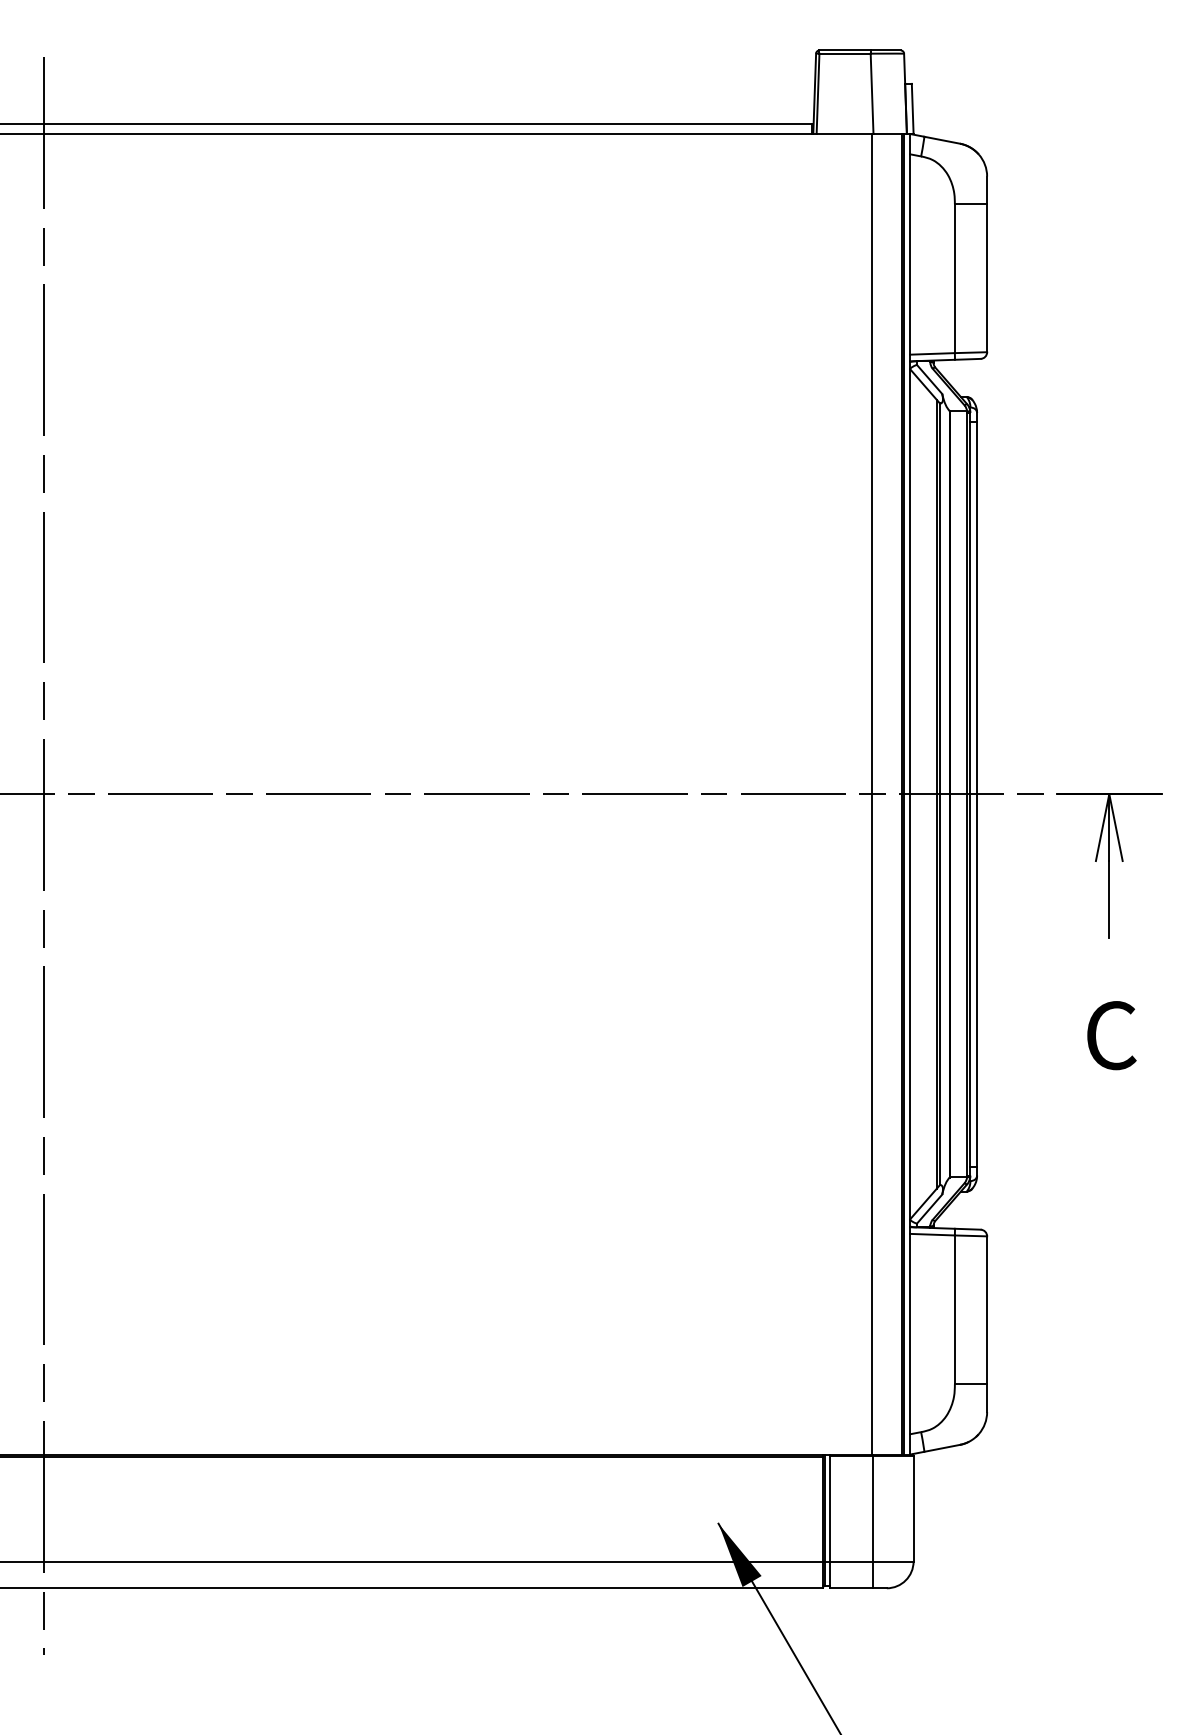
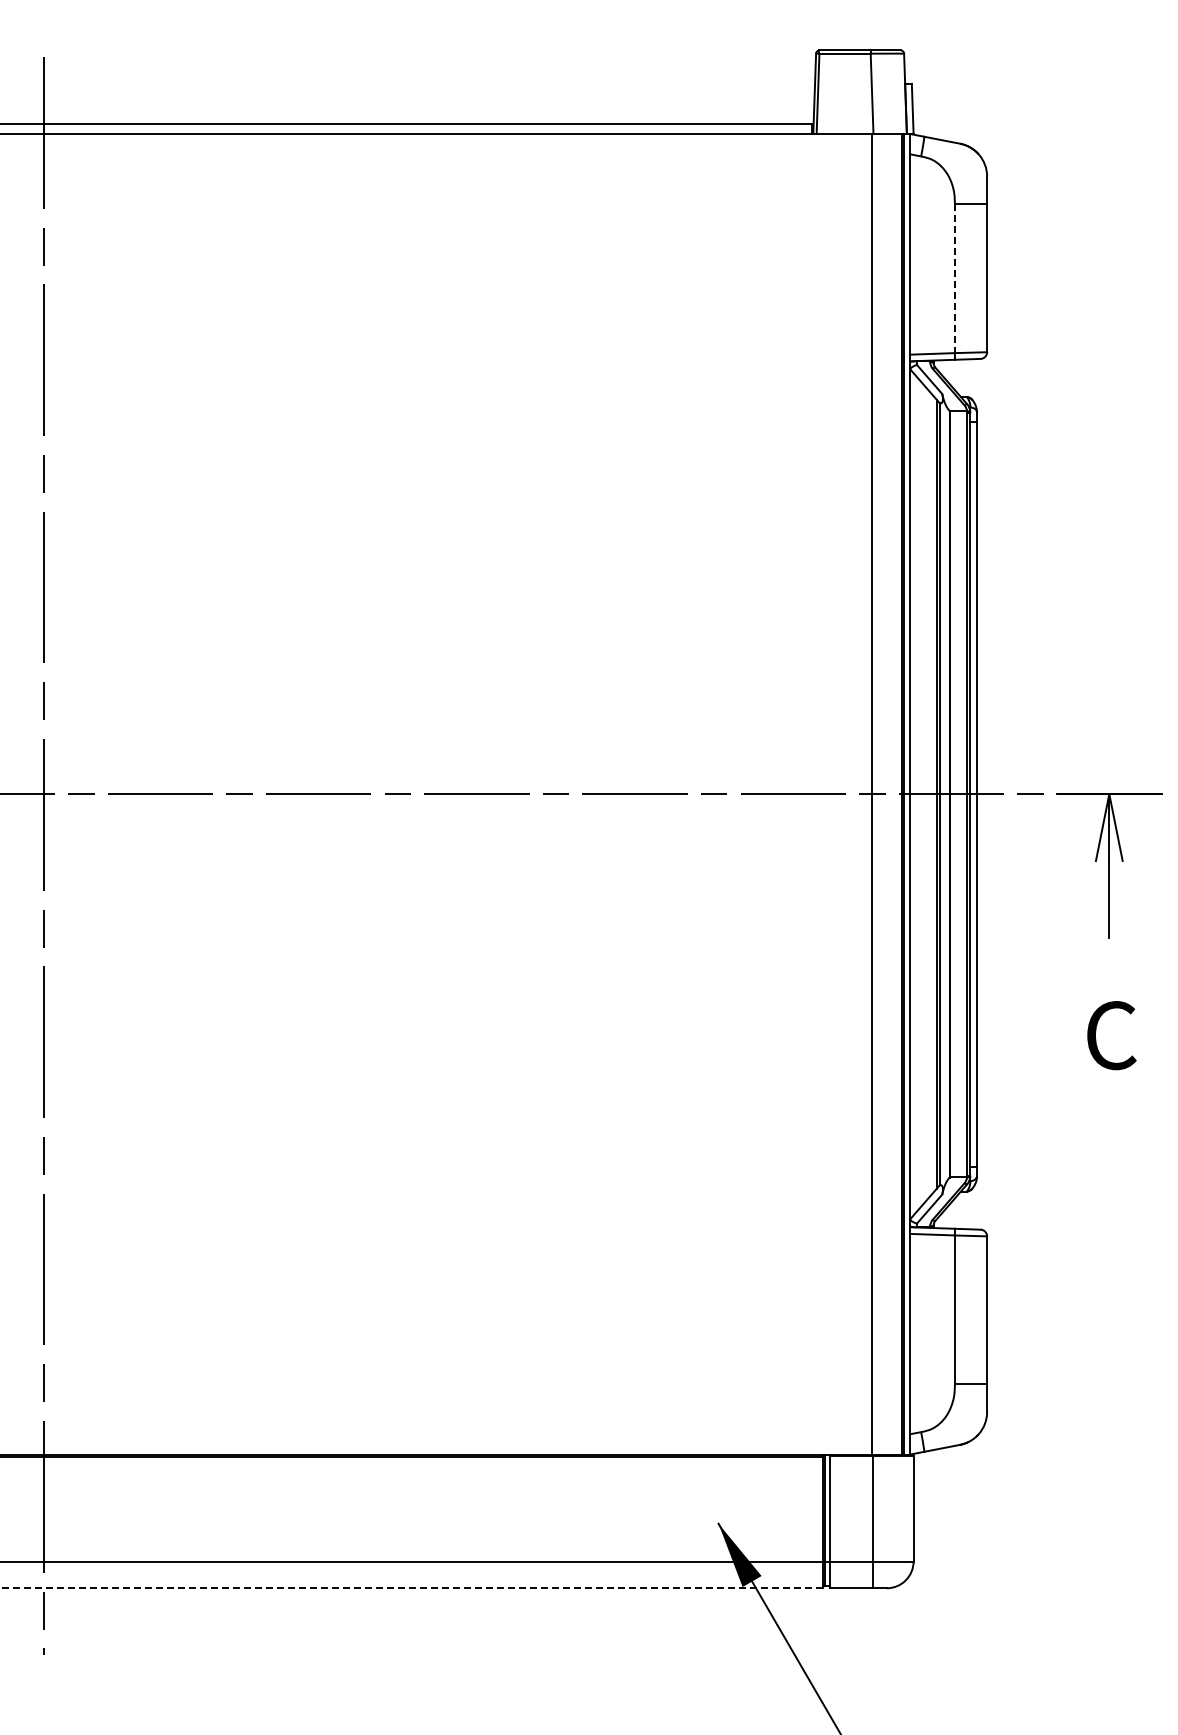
line at (954, 279): solid -> dashed
line at (412, 1588): solid -> dashed
